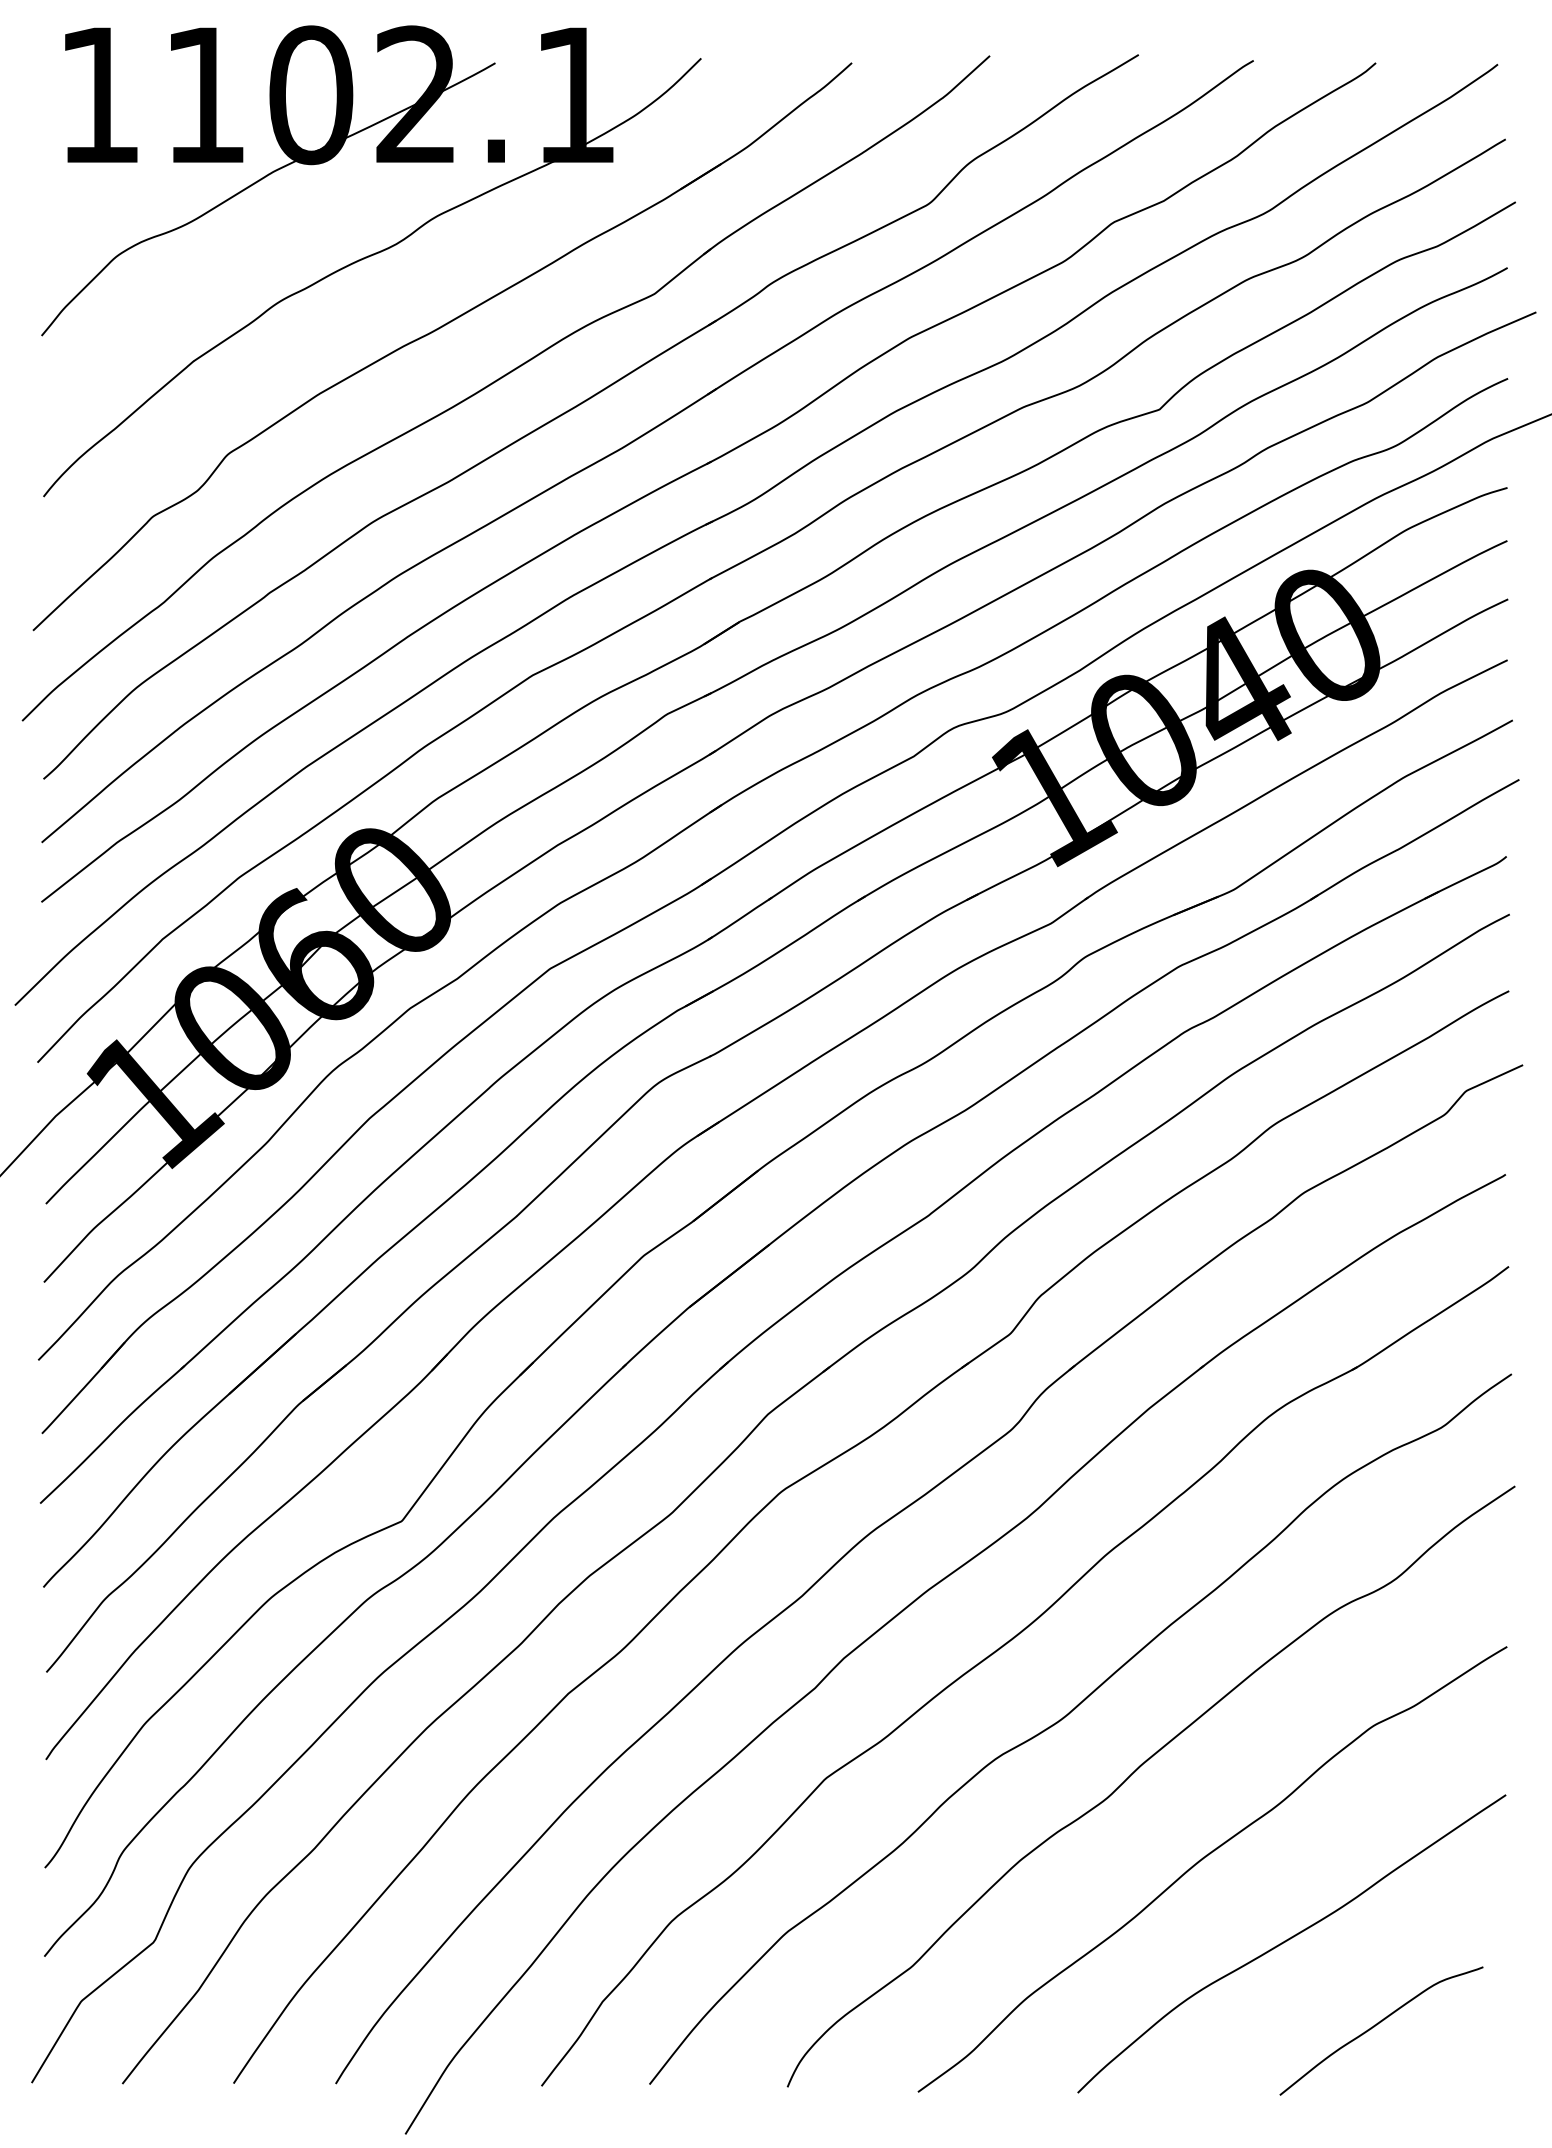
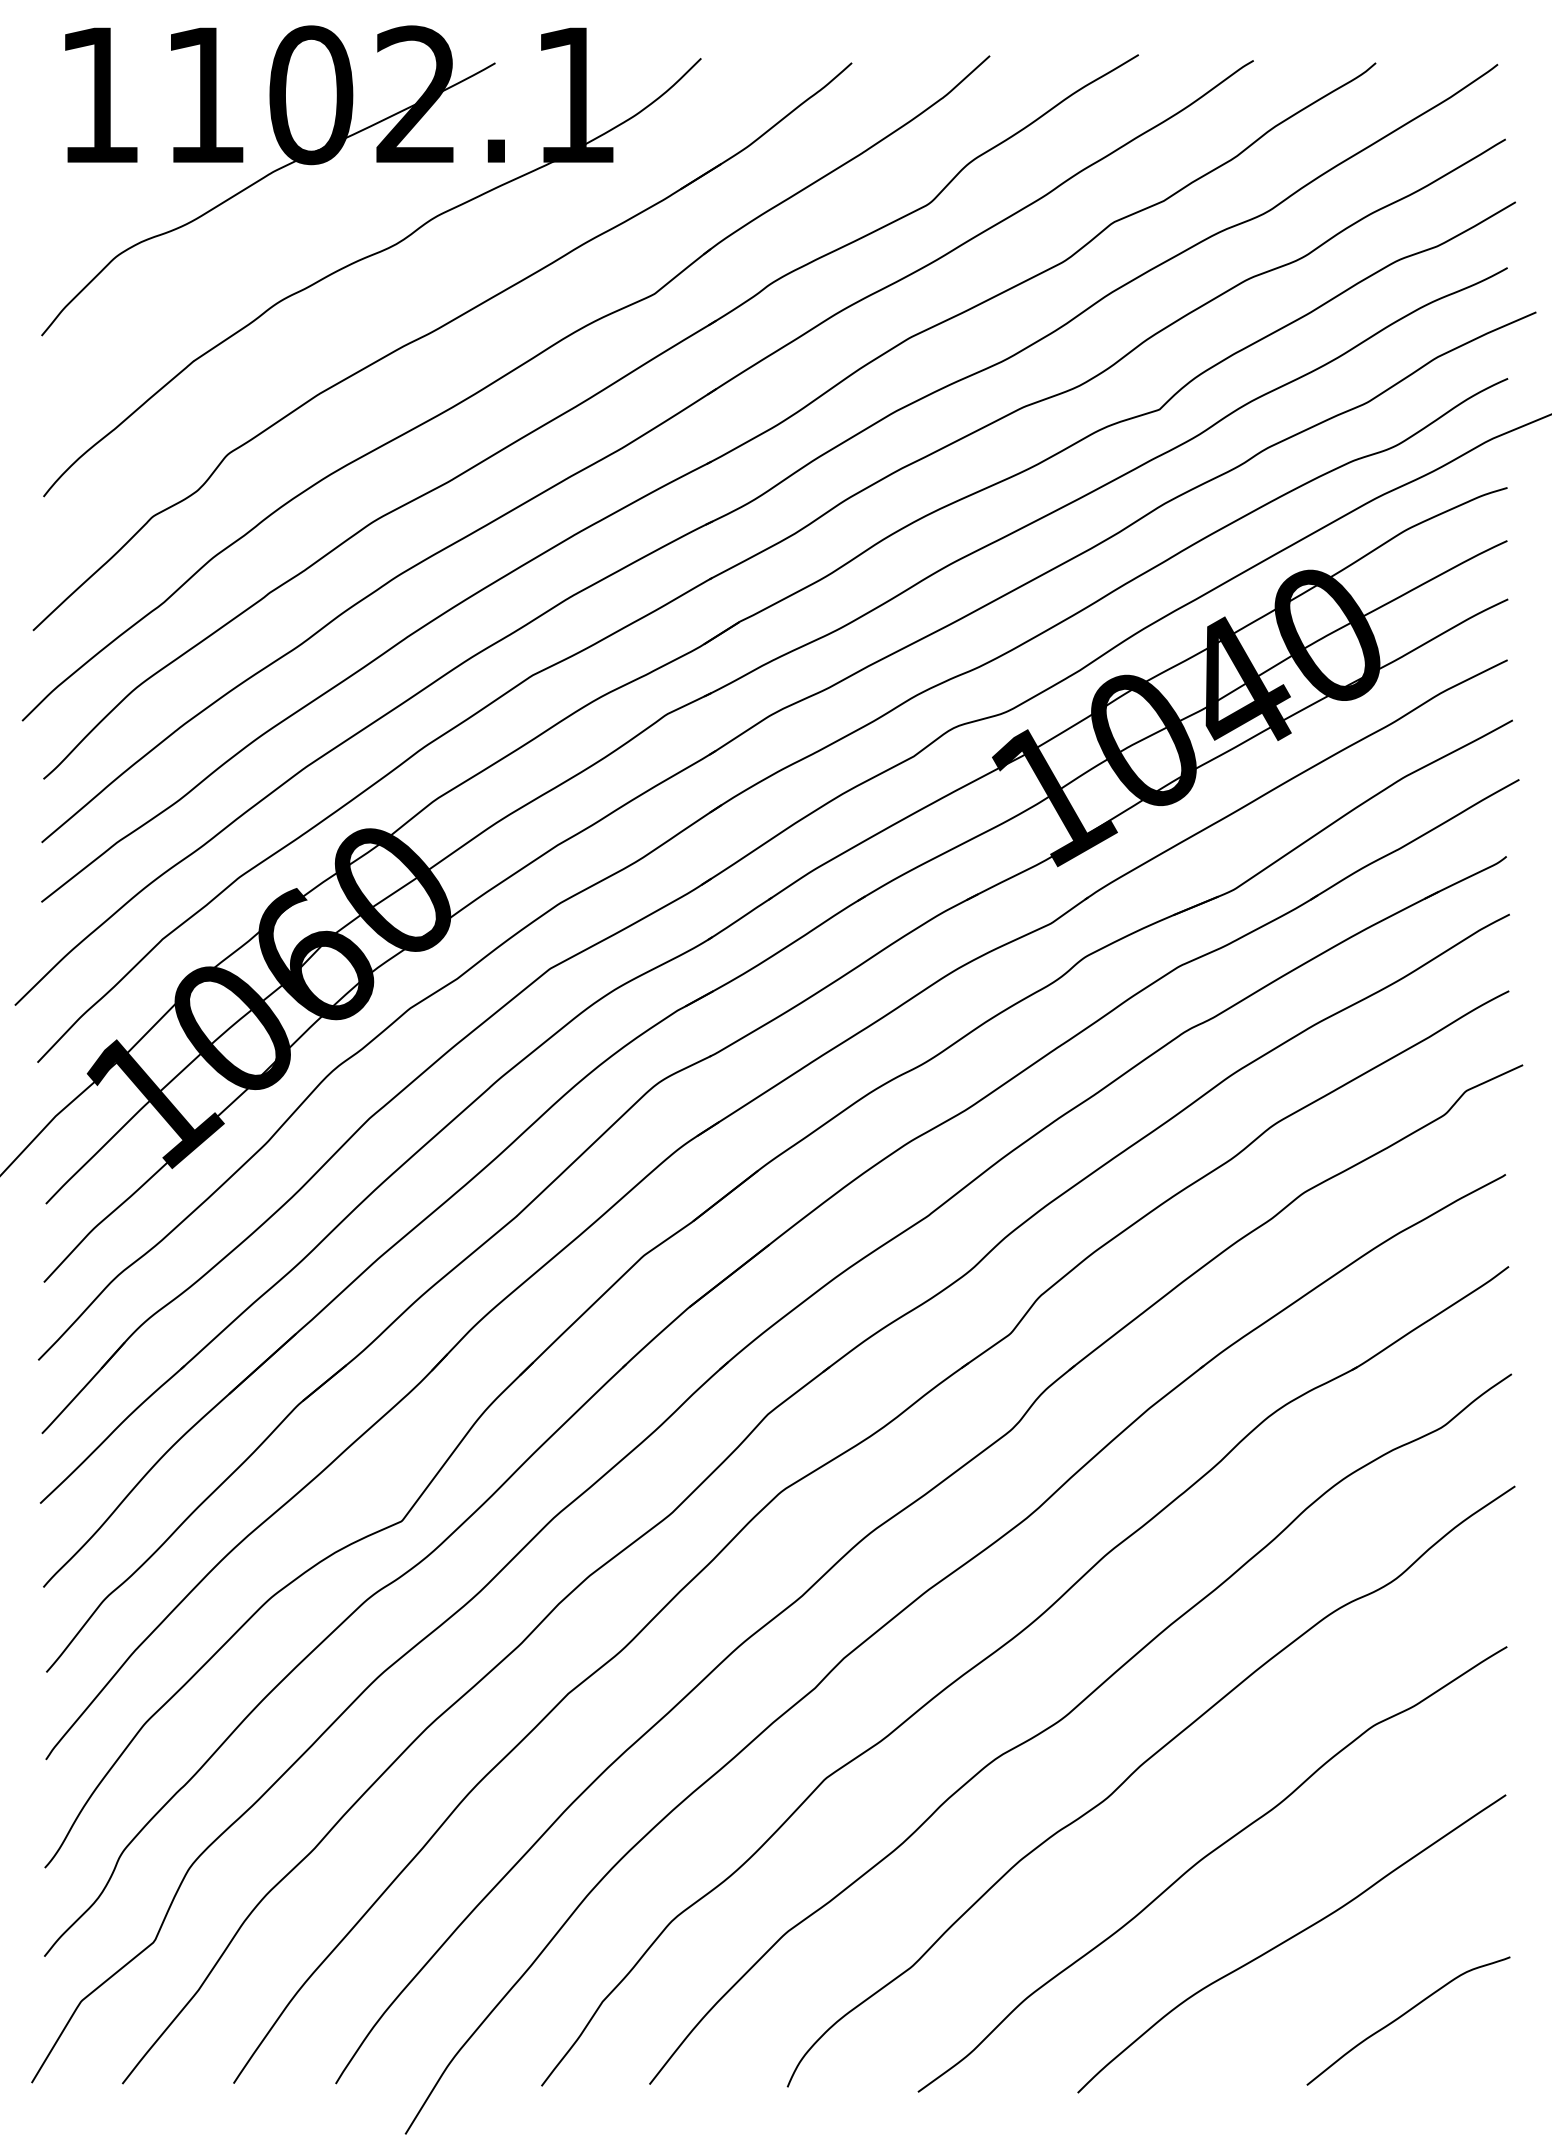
curve at (1377, 2025) position: (1377, 2025) -> (1404, 2015)
